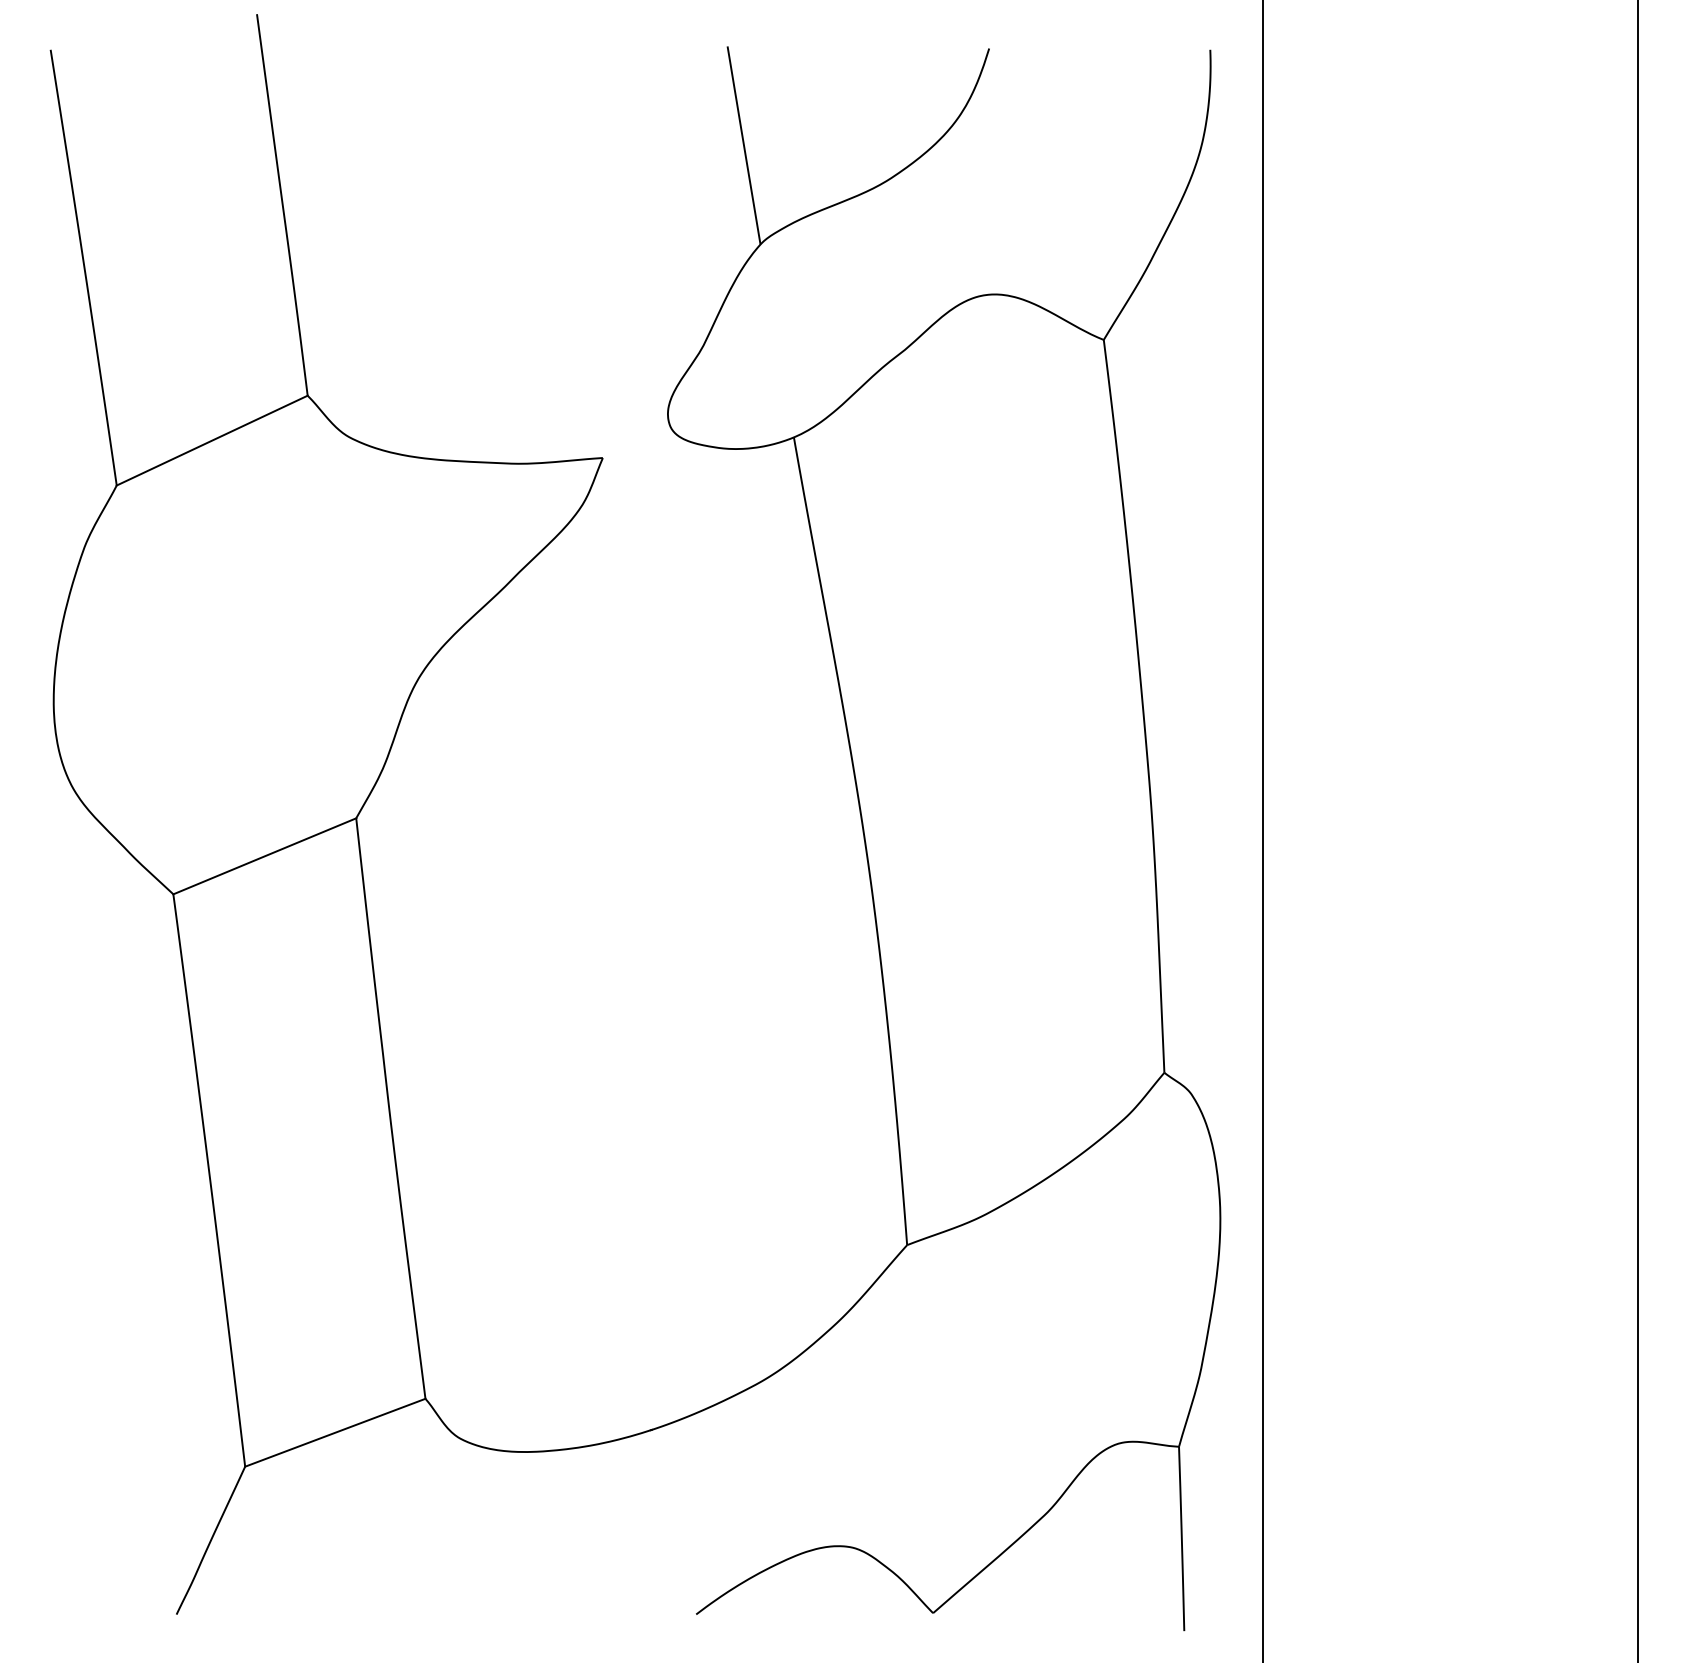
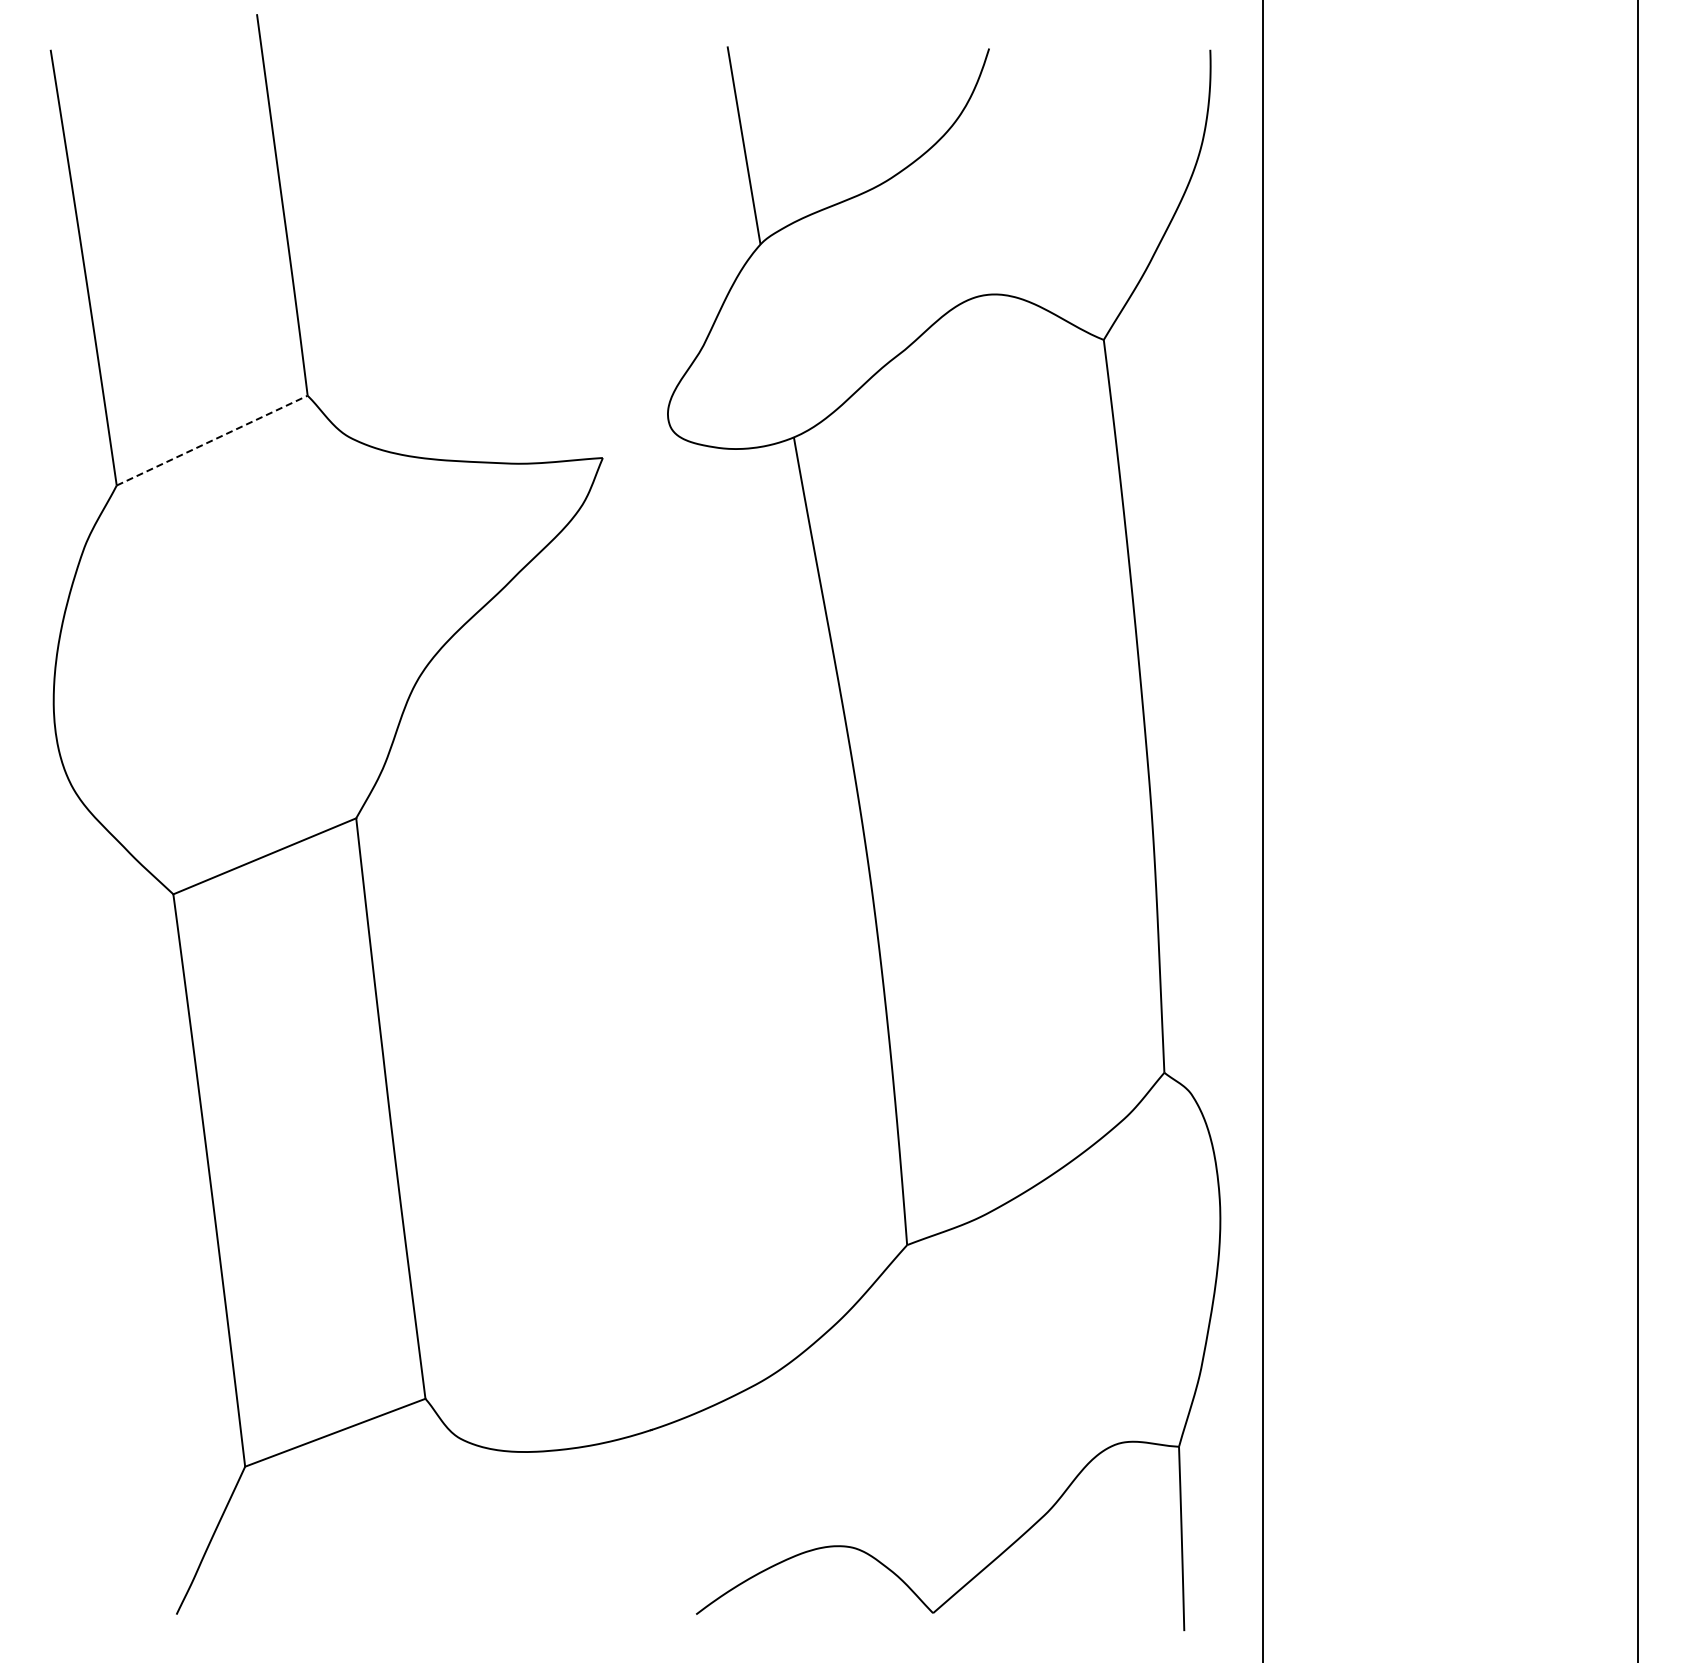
line at (212, 440): solid -> dashed
